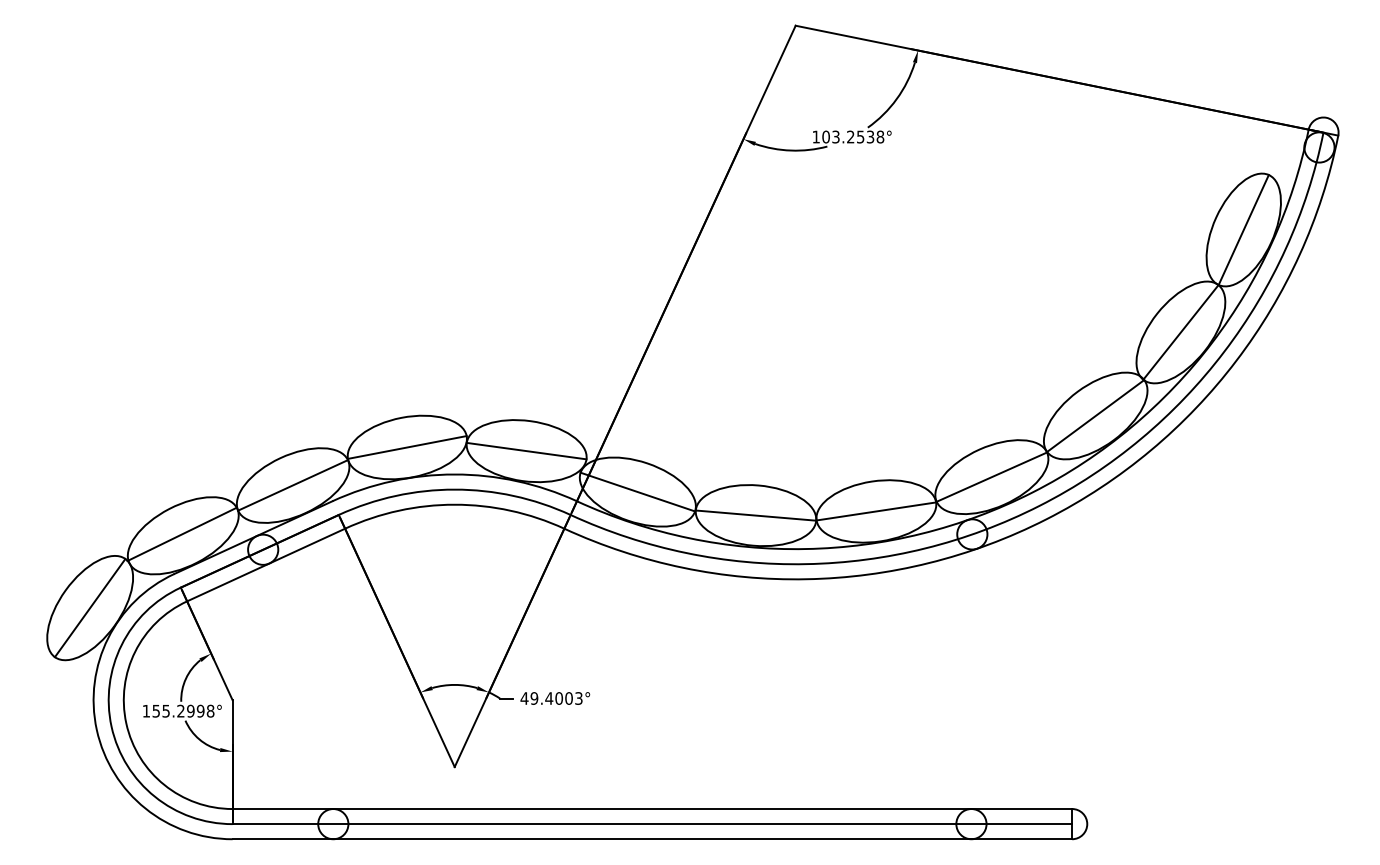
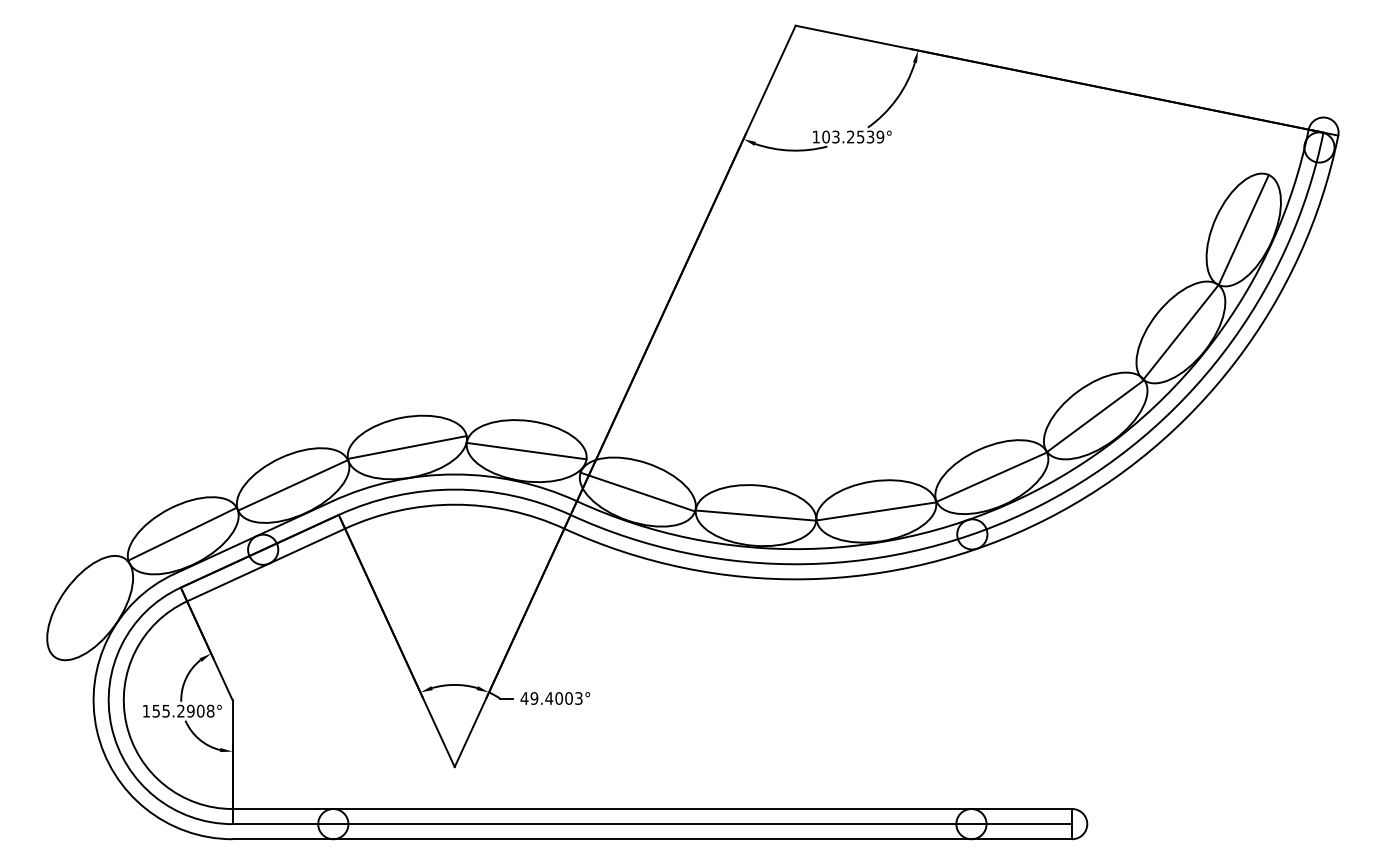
text at (880, 136): 103.2538° -> 103.2539°
line at (89, 607): present -> none
text at (200, 711): 155.2998° -> 155.2908°
